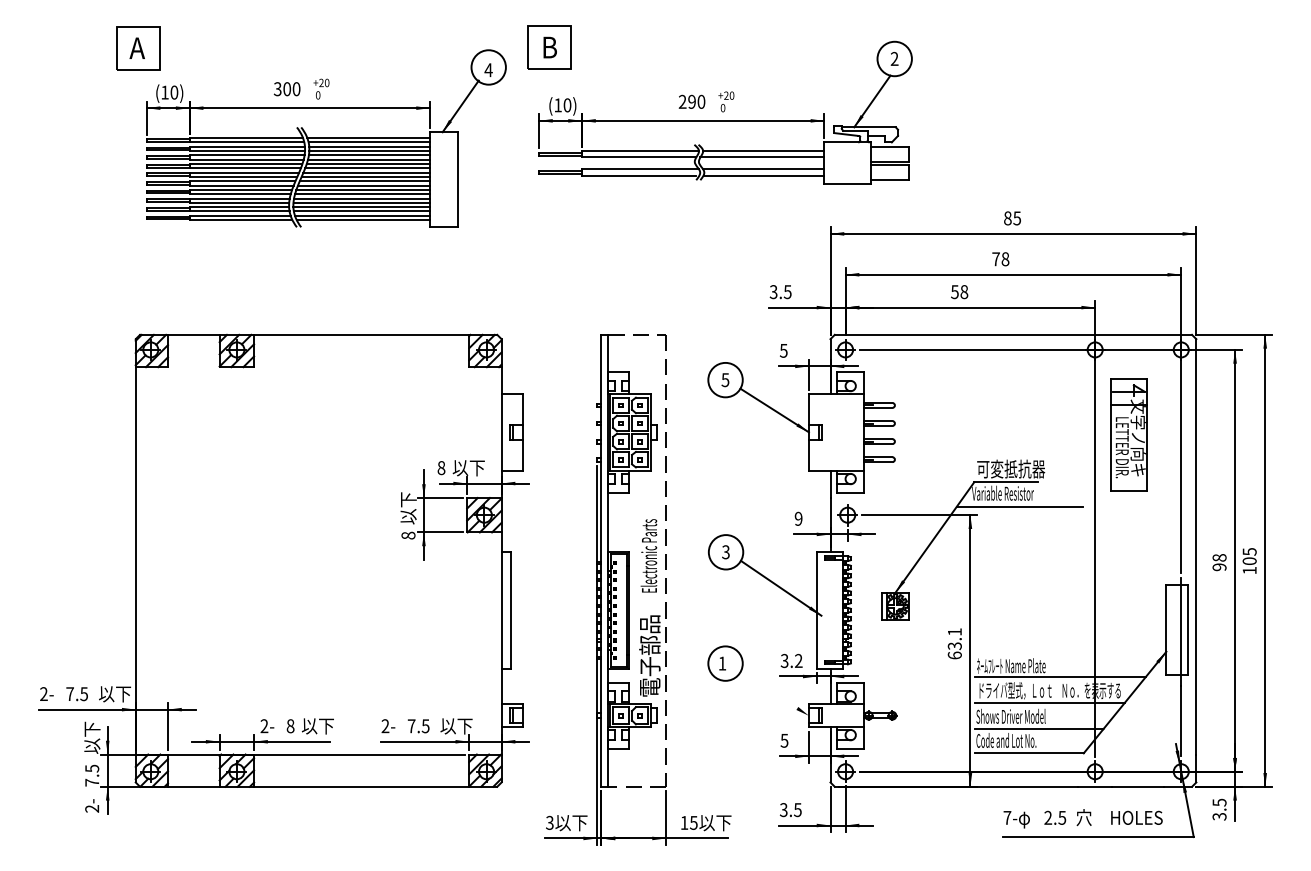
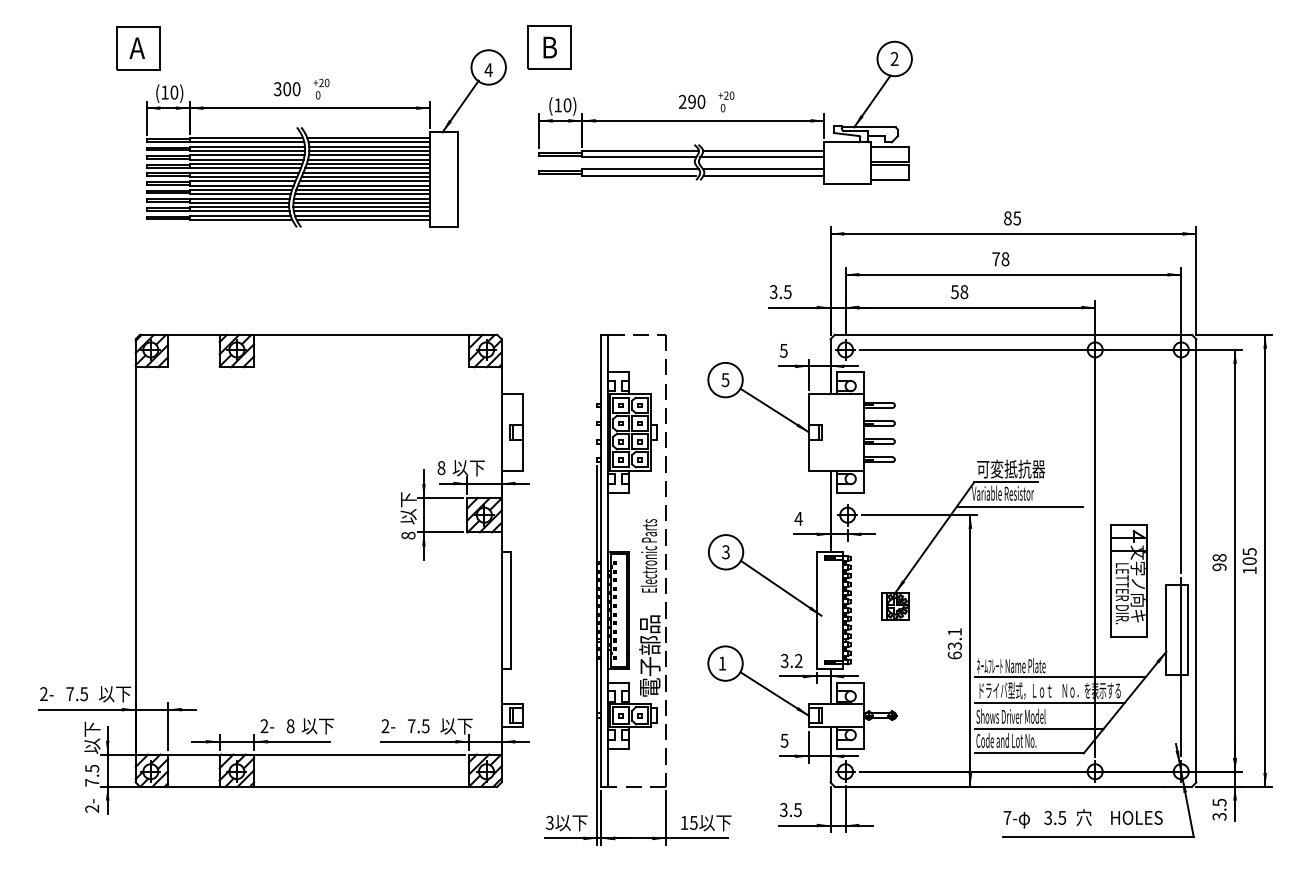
part at (1128, 434) position: (1128, 434) -> (1128, 580)
text at (798, 518): 9 -> 4
line at (774, 693): none -> present
text at (1048, 817): 2.5 -> 3.5
